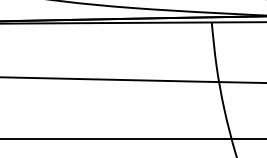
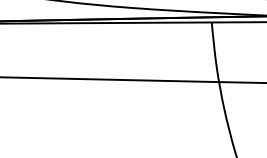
line at (132, 139): present -> none
